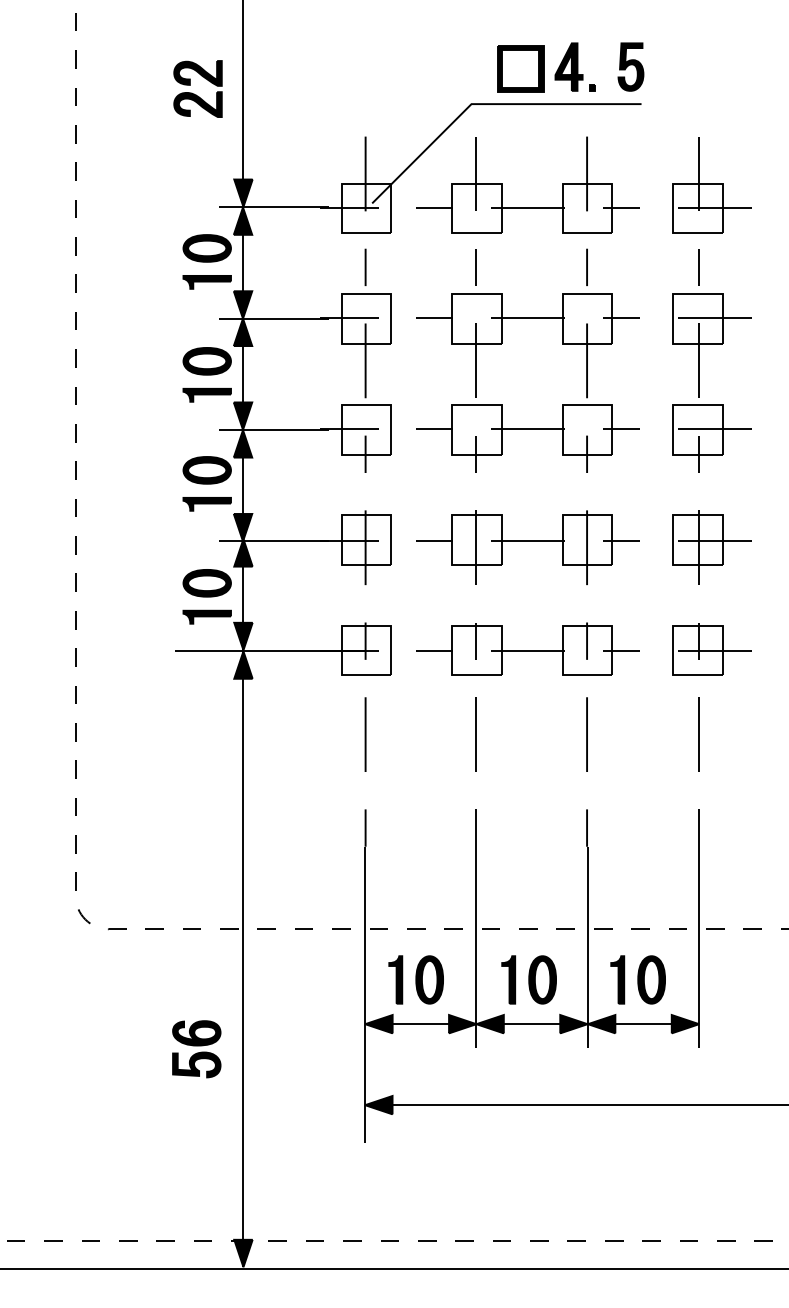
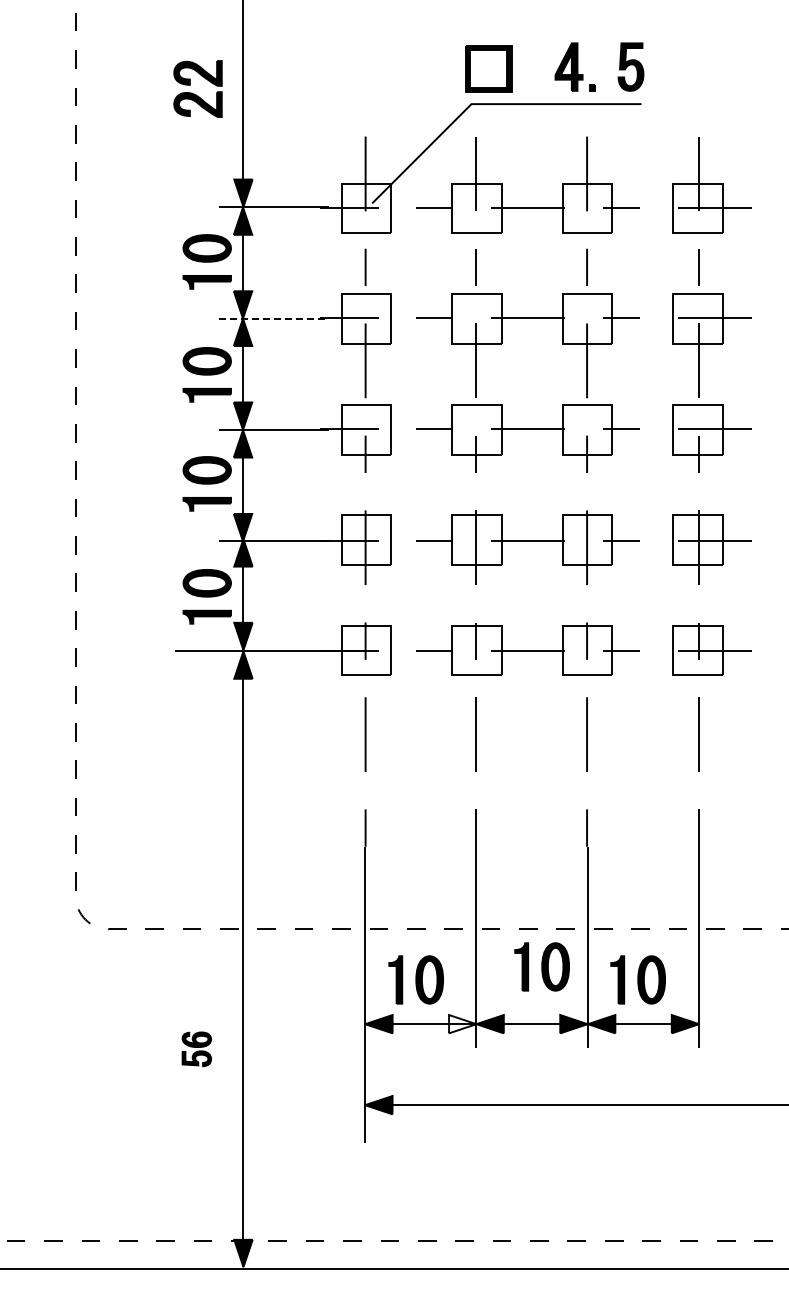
part at (520, 68) position: (520, 68) -> (488, 68)
line at (274, 318): solid -> dashed
part at (528, 979) position: (528, 979) -> (541, 966)
fill at (462, 1024): present -> none
part at (196, 1049) size: 50x59 px -> 31x37 px
